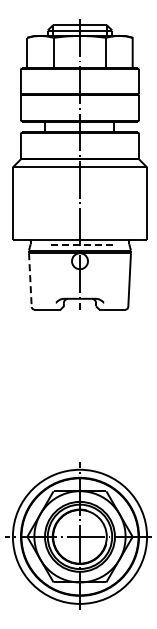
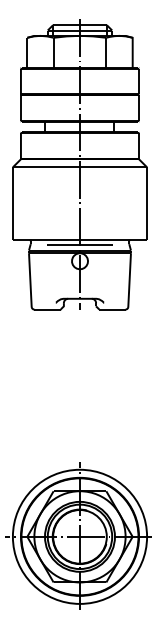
line at (79, 244): dashed -> solid
line at (30, 280): dashed -> solid
